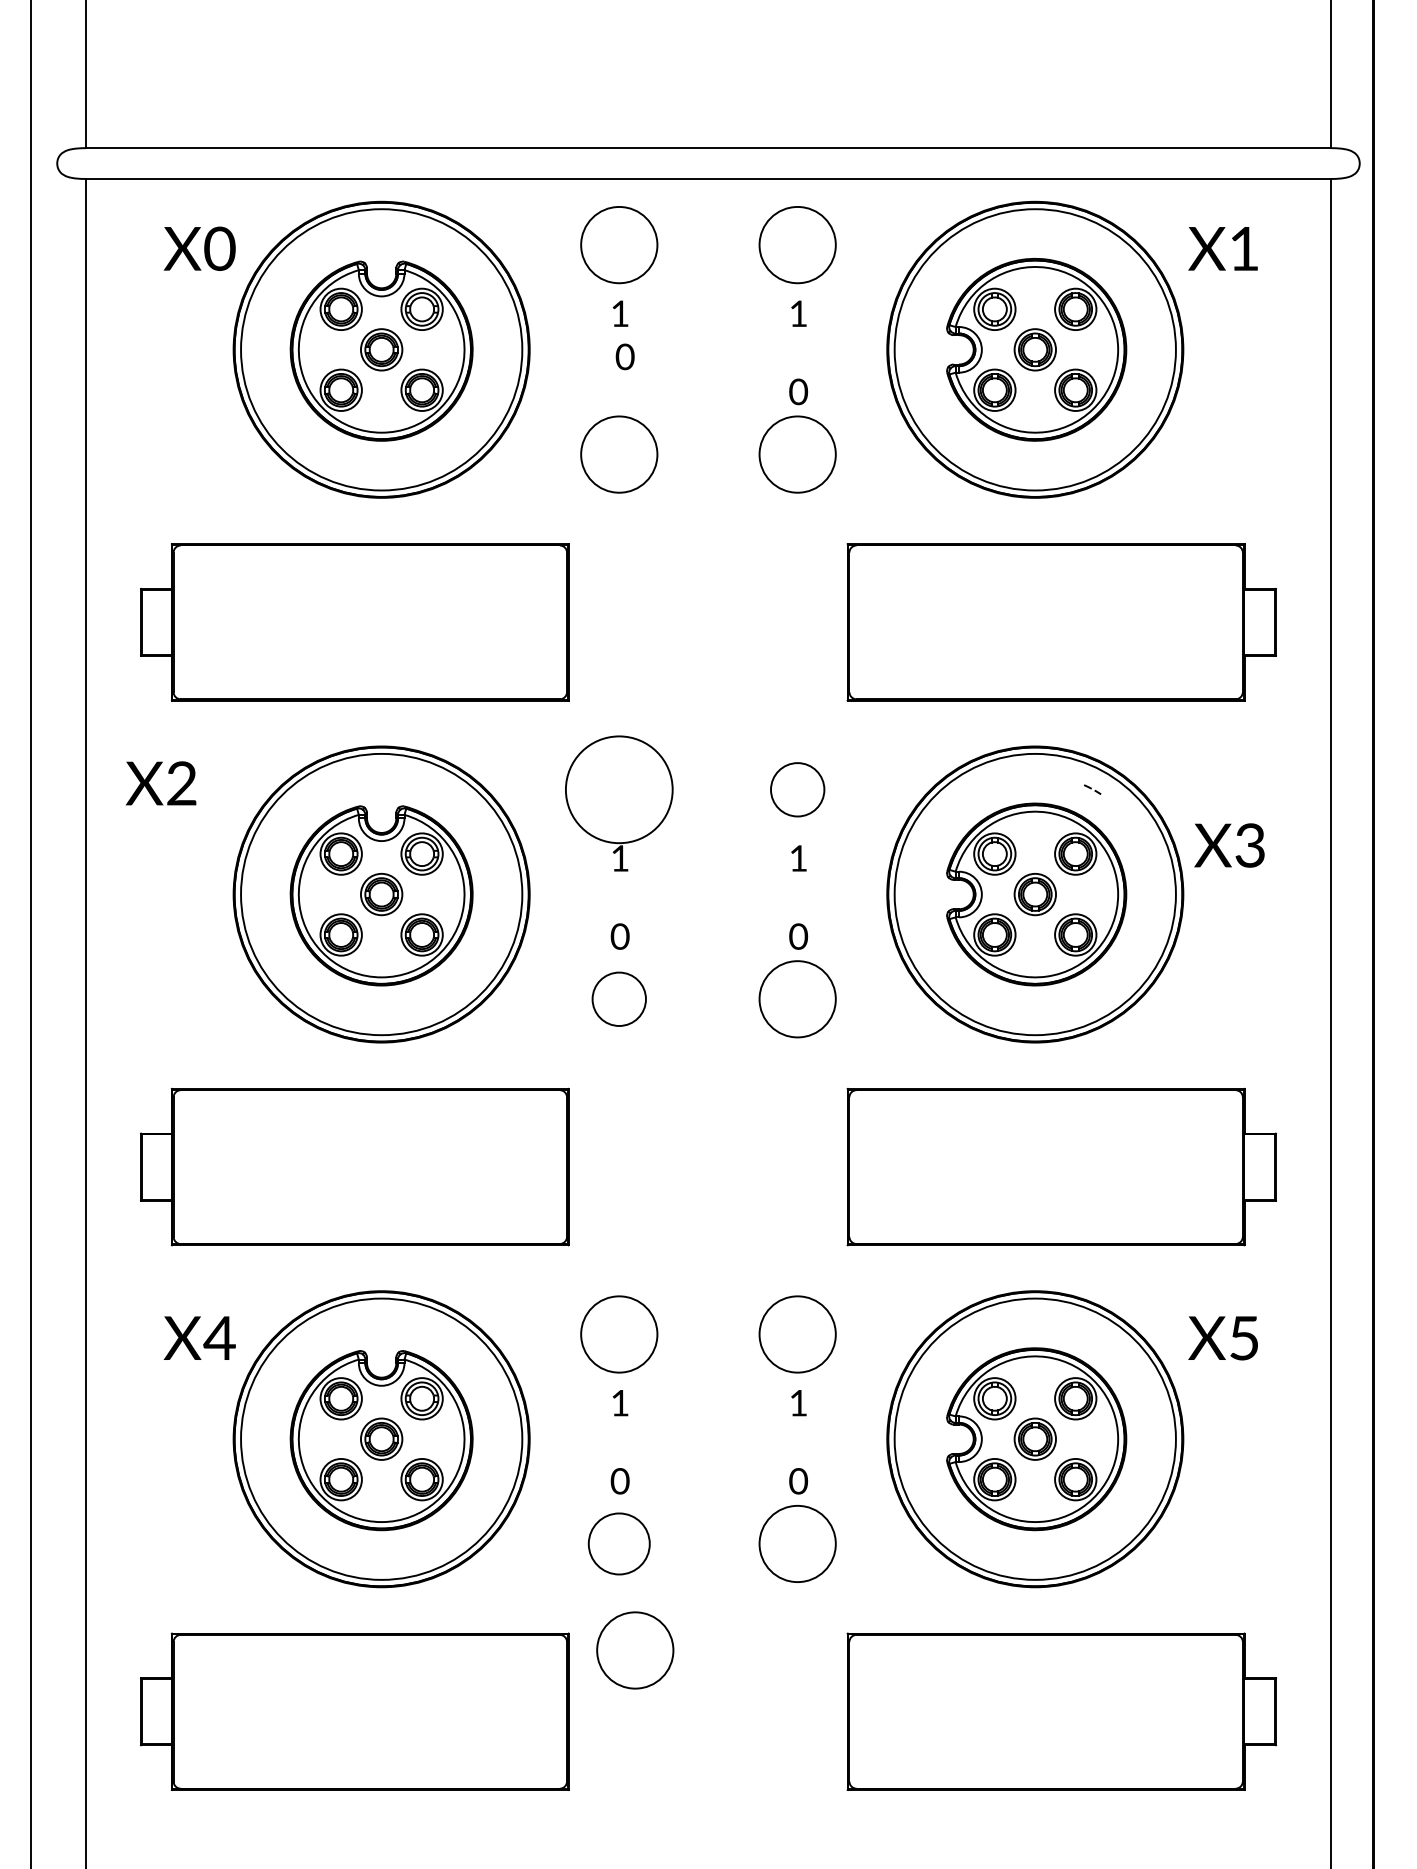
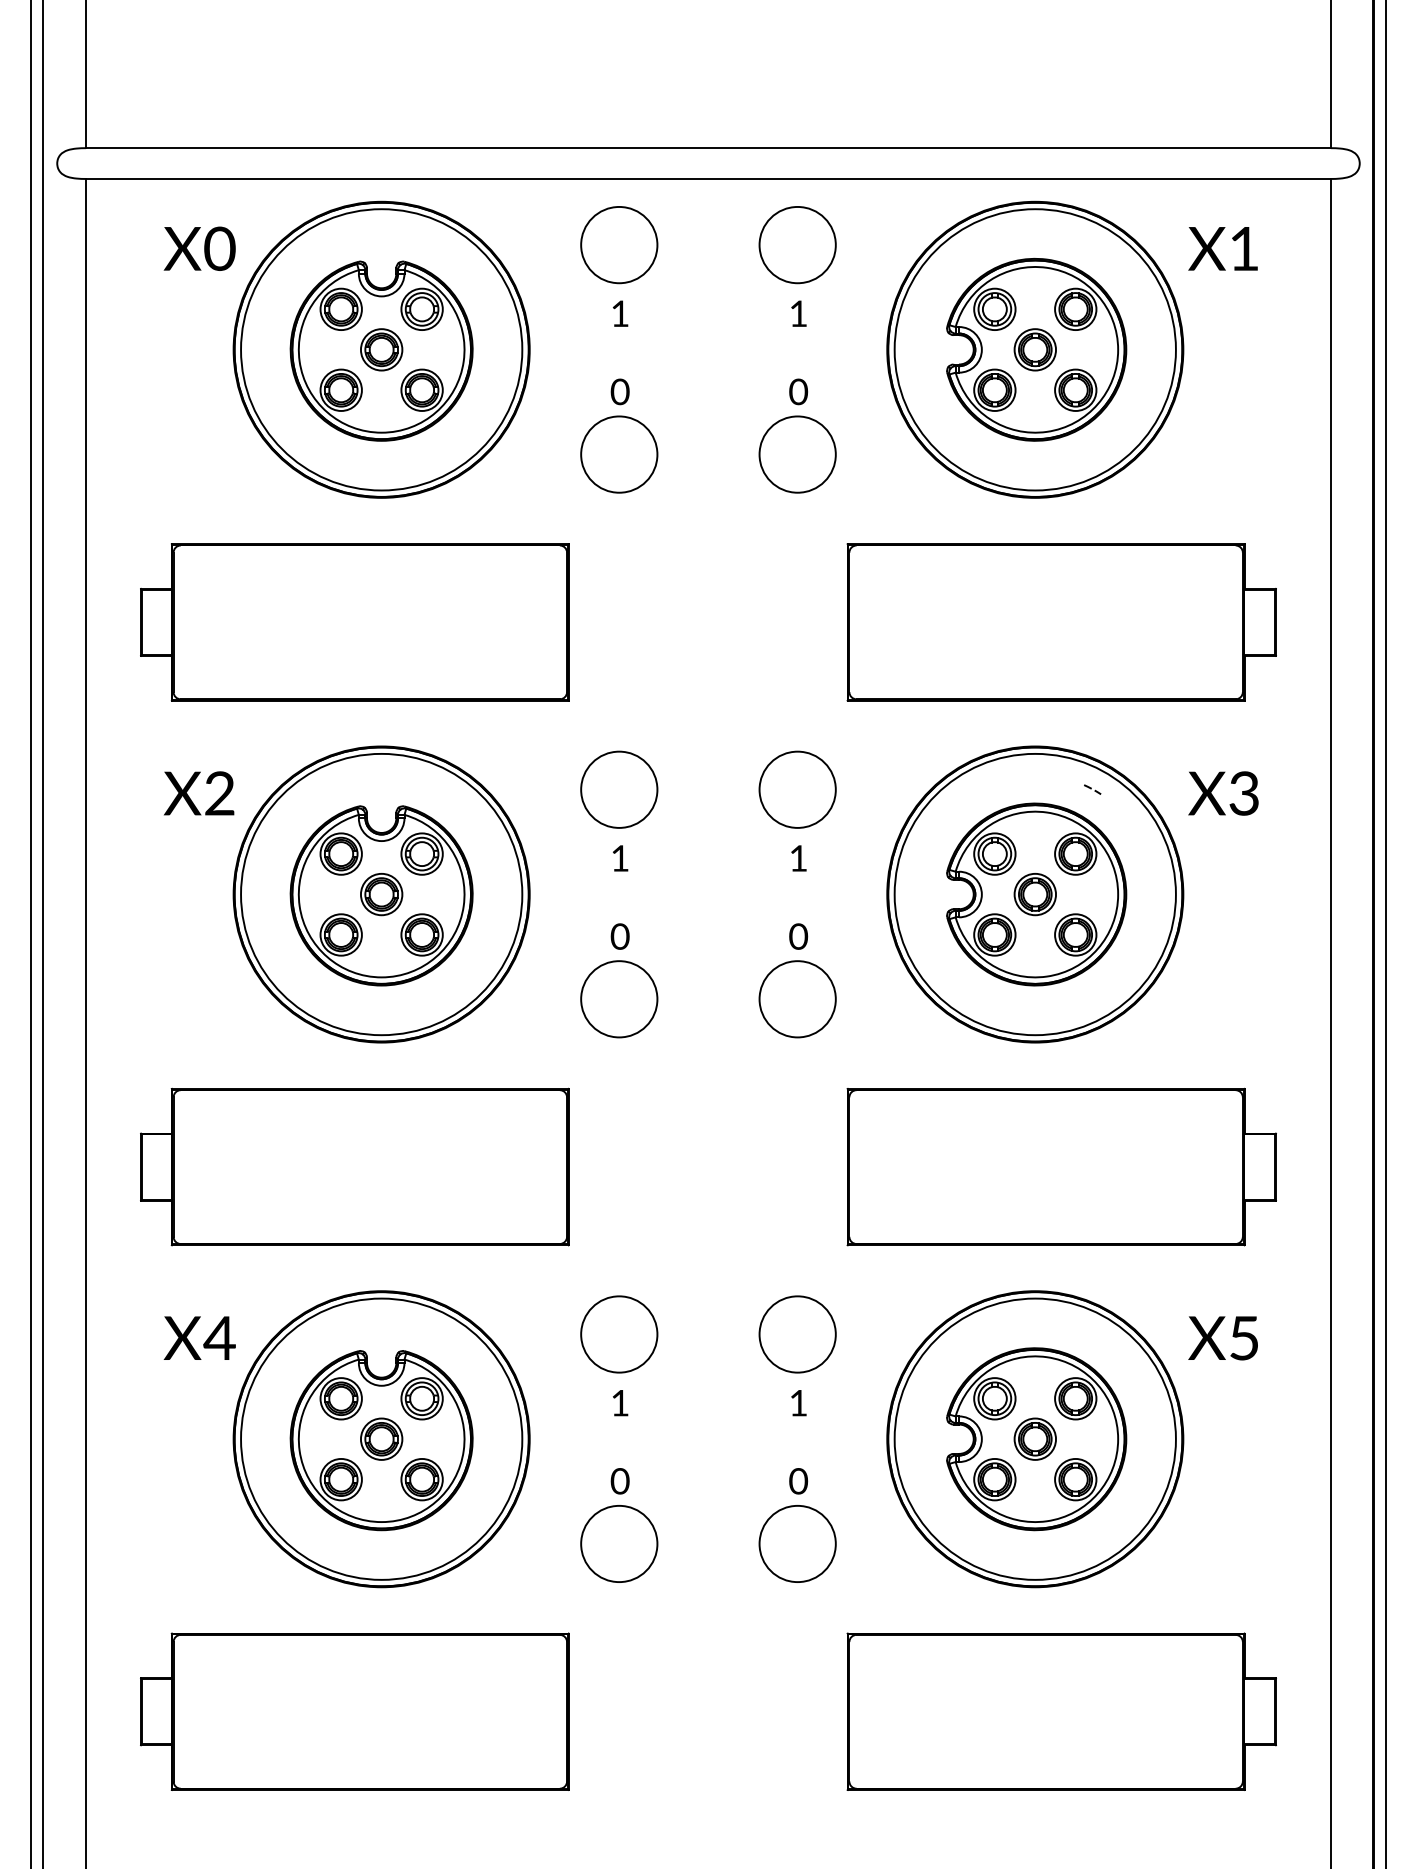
text at (624, 356) position: (624, 356) -> (619, 391)
text at (160, 783) position: (160, 783) -> (198, 793)
circle at (618, 789) diameter: 107 px -> 76 px
circle at (797, 789) diameter: 53 px -> 76 px
text at (1229, 845) position: (1229, 845) -> (1223, 793)
line at (42, 933): none -> present
line at (1385, 933): none -> present
circle at (618, 998) diameter: 53 px -> 76 px
circle at (618, 1543) diameter: 61 px -> 76 px
circle at (635, 1650): present -> none
